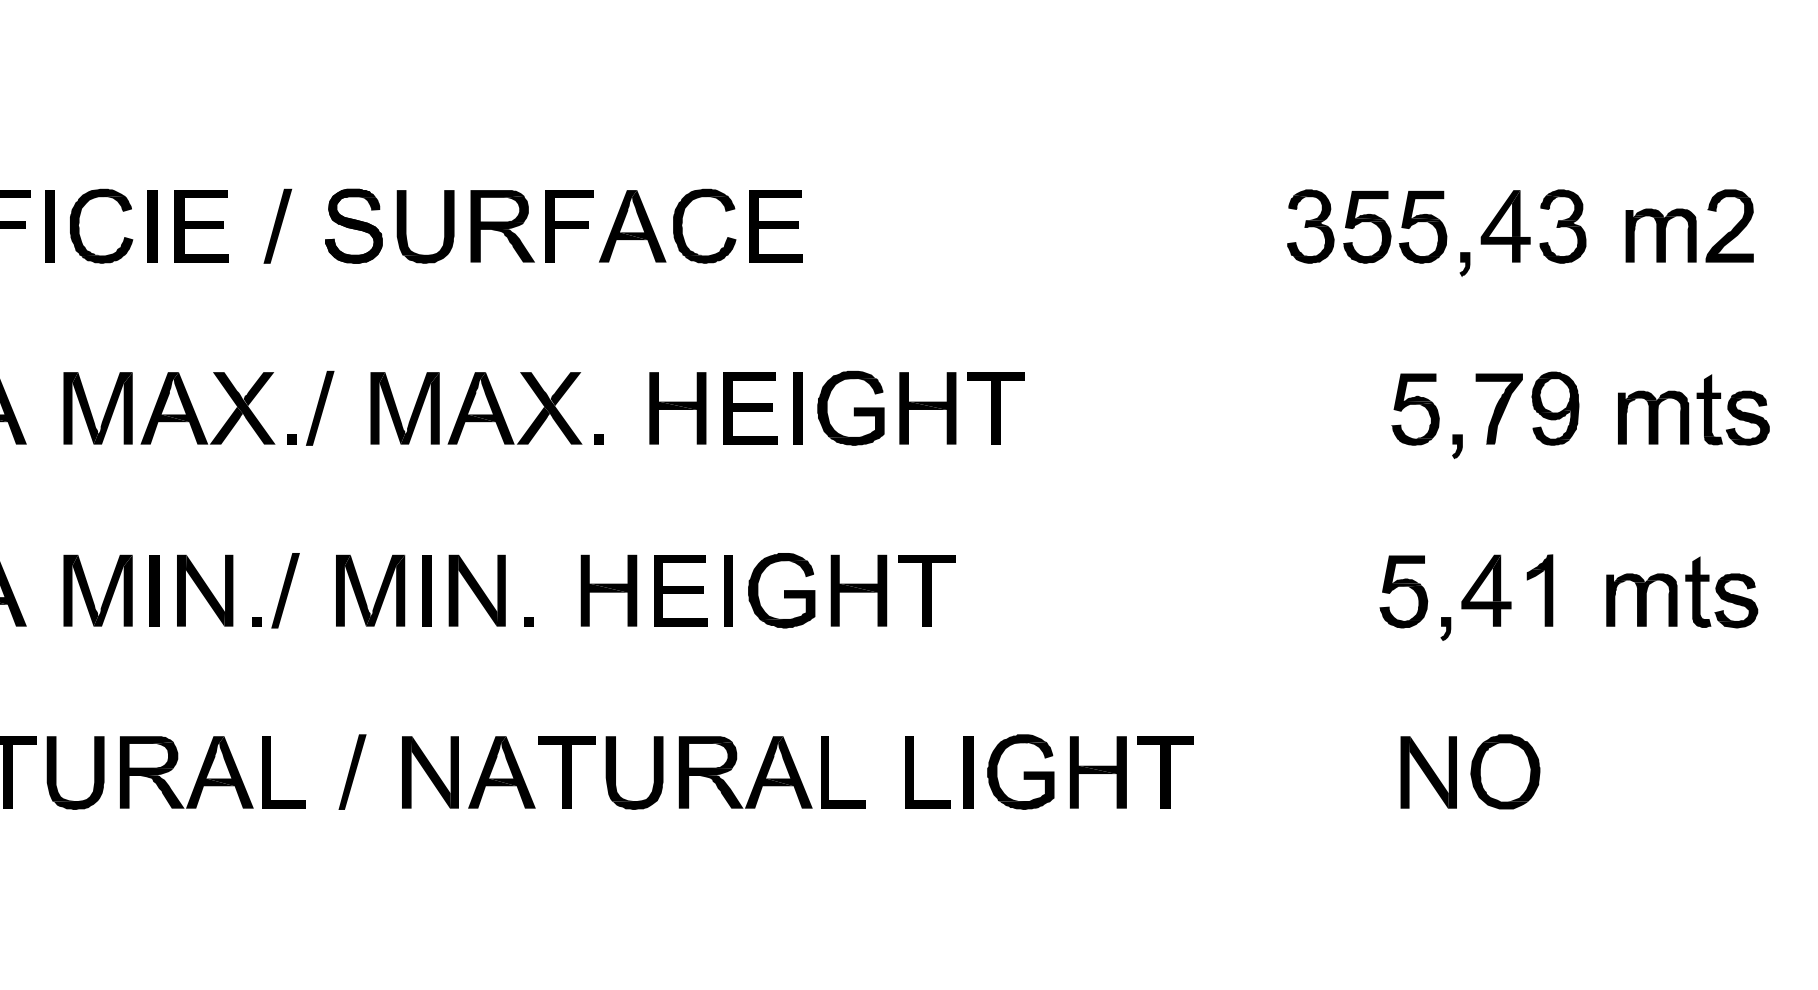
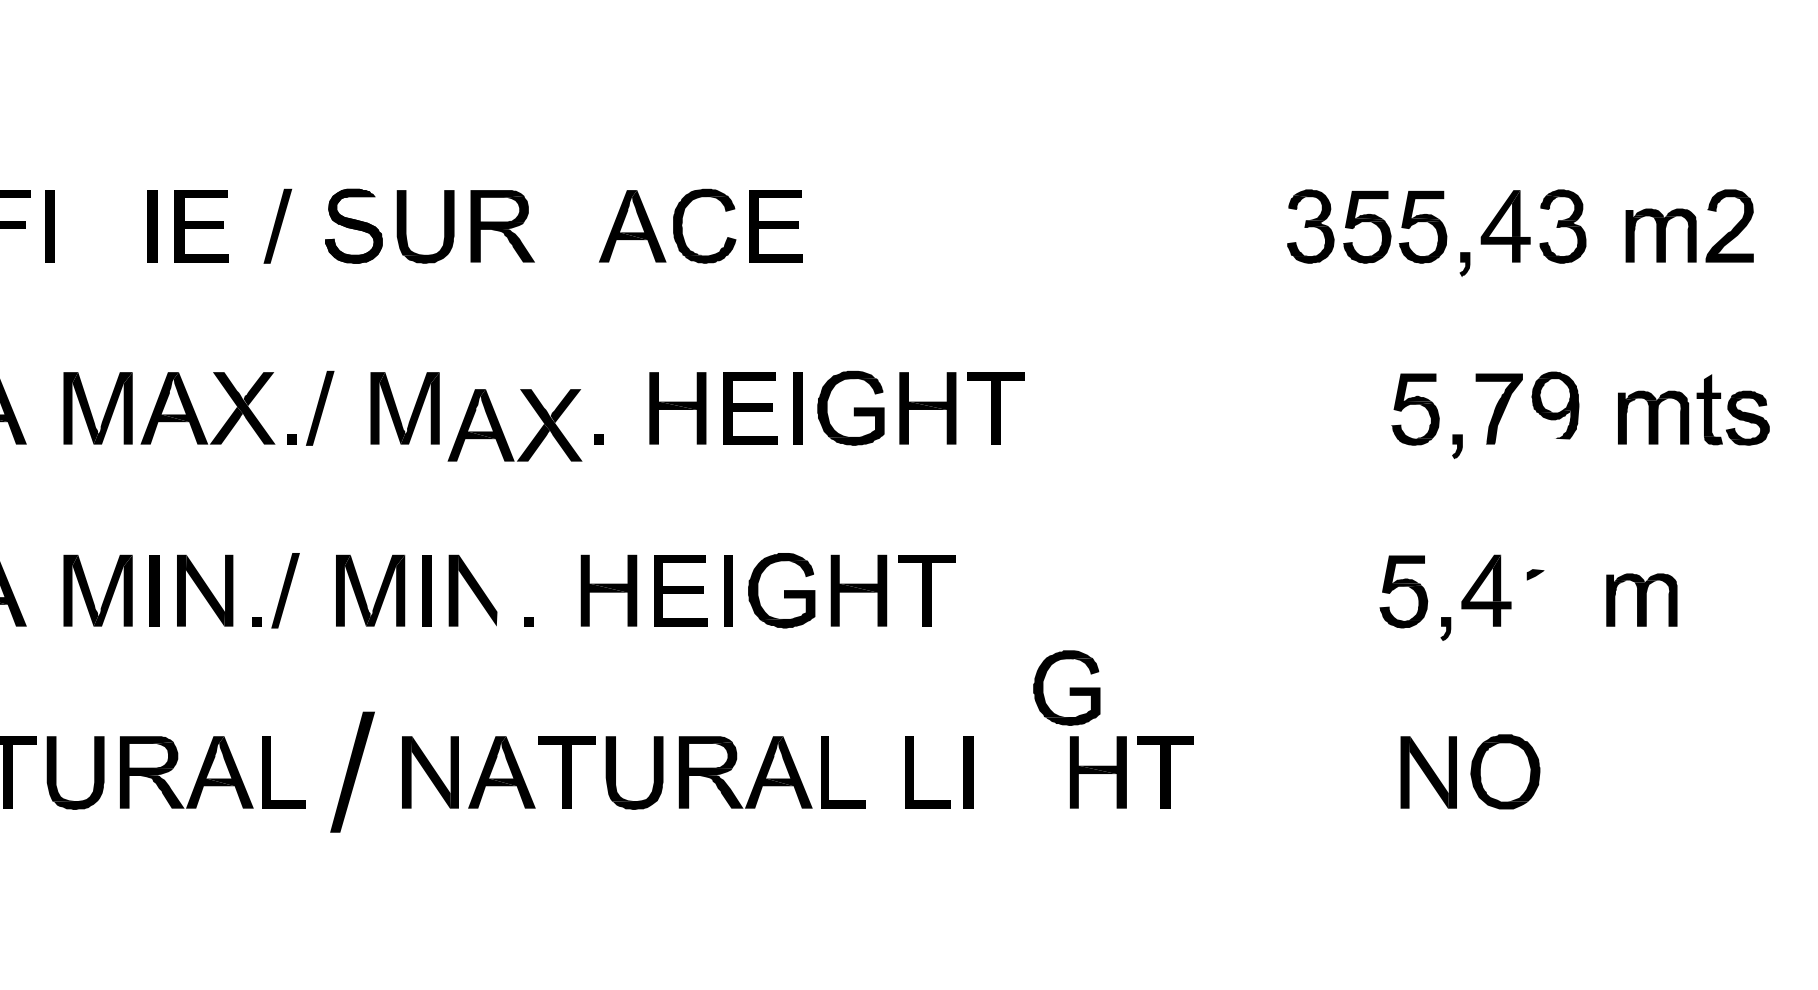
fill at (367, 203): present -> none
part at (79, 226): present -> none
part at (569, 226): present -> none
part at (502, 413) position: (502, 413) -> (502, 430)
fill at (1550, 435): present -> none
fill at (500, 590): present -> none
fill at (1542, 590): present -> none
part at (1721, 592): present -> none
part at (352, 771) size: 29x76 px -> 45x122 px
part at (1020, 771) position: (1020, 771) -> (1066, 687)
